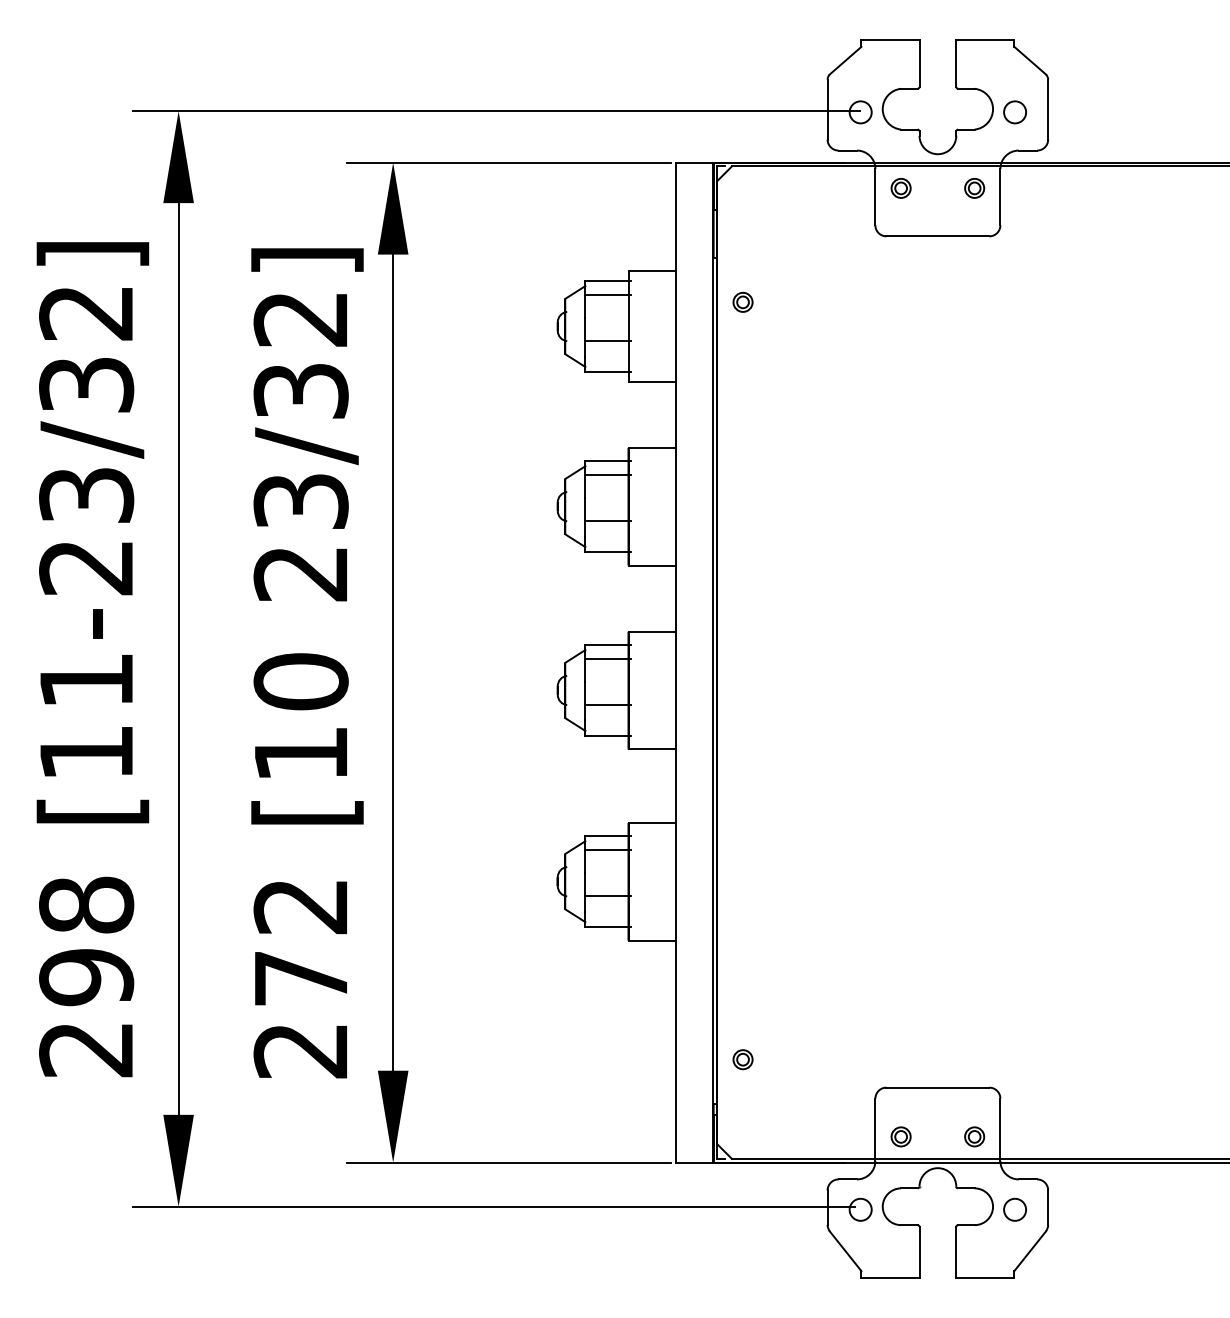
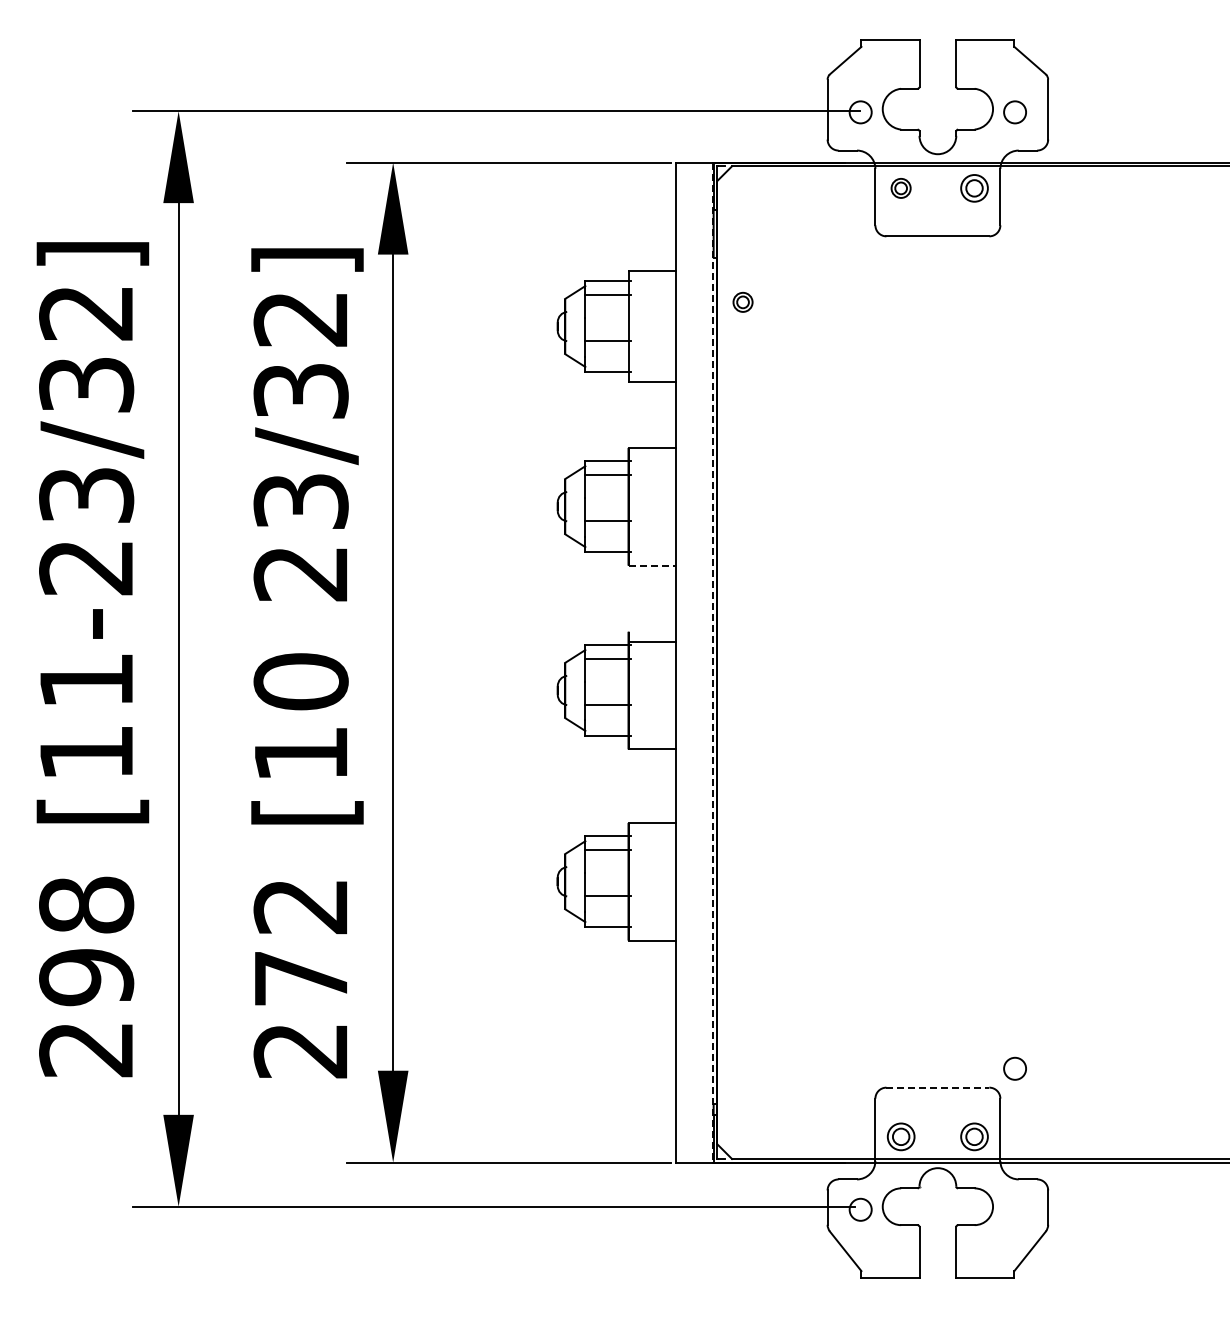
part at (974, 188) size: 22x21 px -> 29x29 px
line at (652, 565): solid -> dashed
line at (651, 631) position: (651, 631) -> (651, 641)
line at (712, 662): solid -> dashed
part at (742, 1059): present -> none
line at (938, 1087): solid -> dashed
part at (900, 1136) size: 22x22 px -> 30x30 px
part at (974, 1136) size: 22x22 px -> 29x30 px
circle at (1014, 1209) position: (1014, 1209) -> (1014, 1068)
